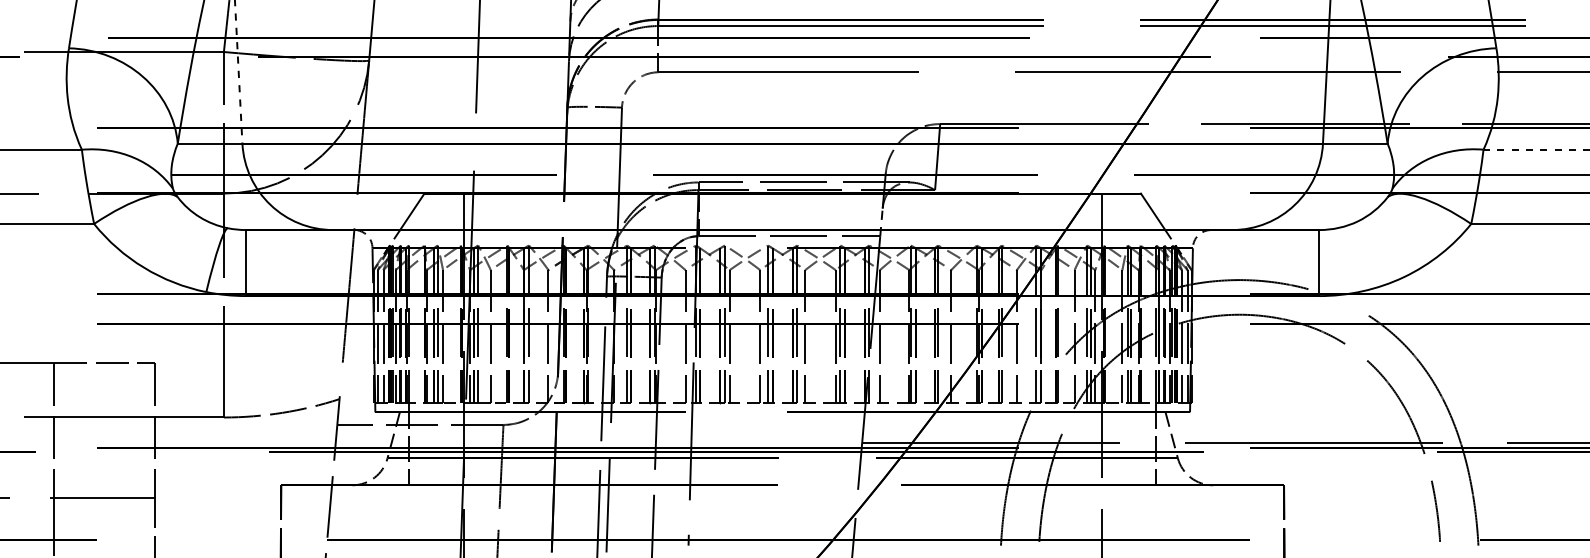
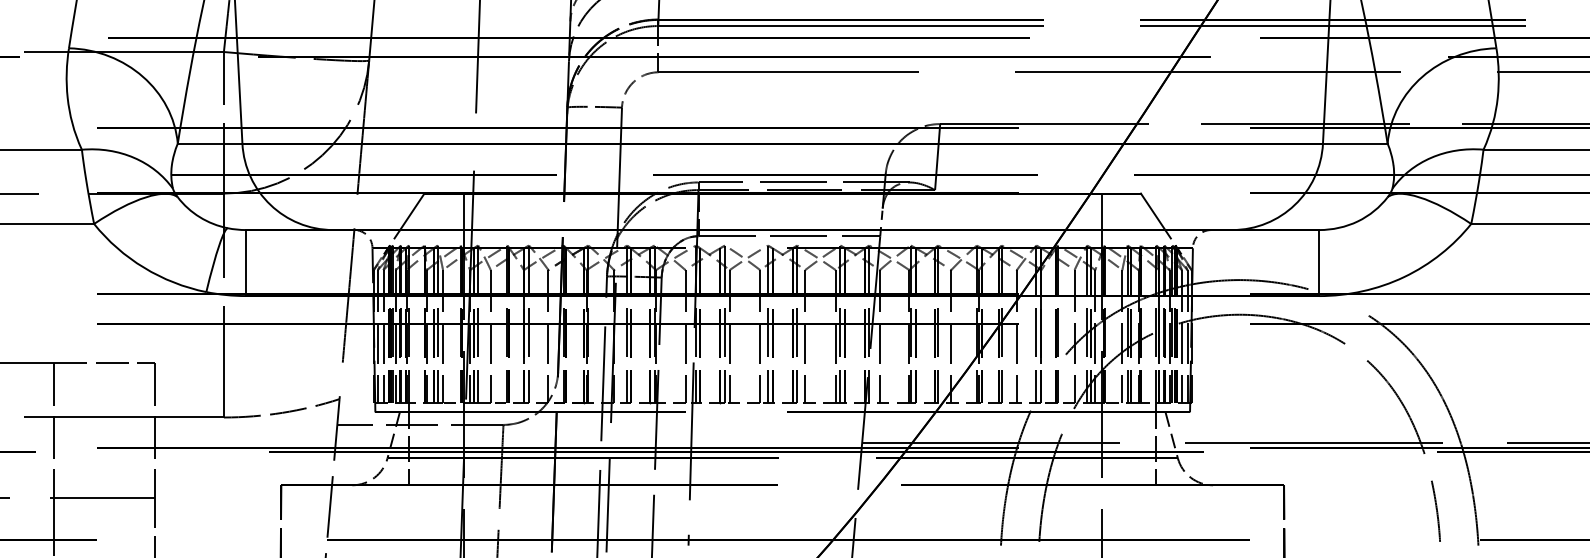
line at (238, 71): dashed -> solid
line at (1536, 149): dashed -> solid
